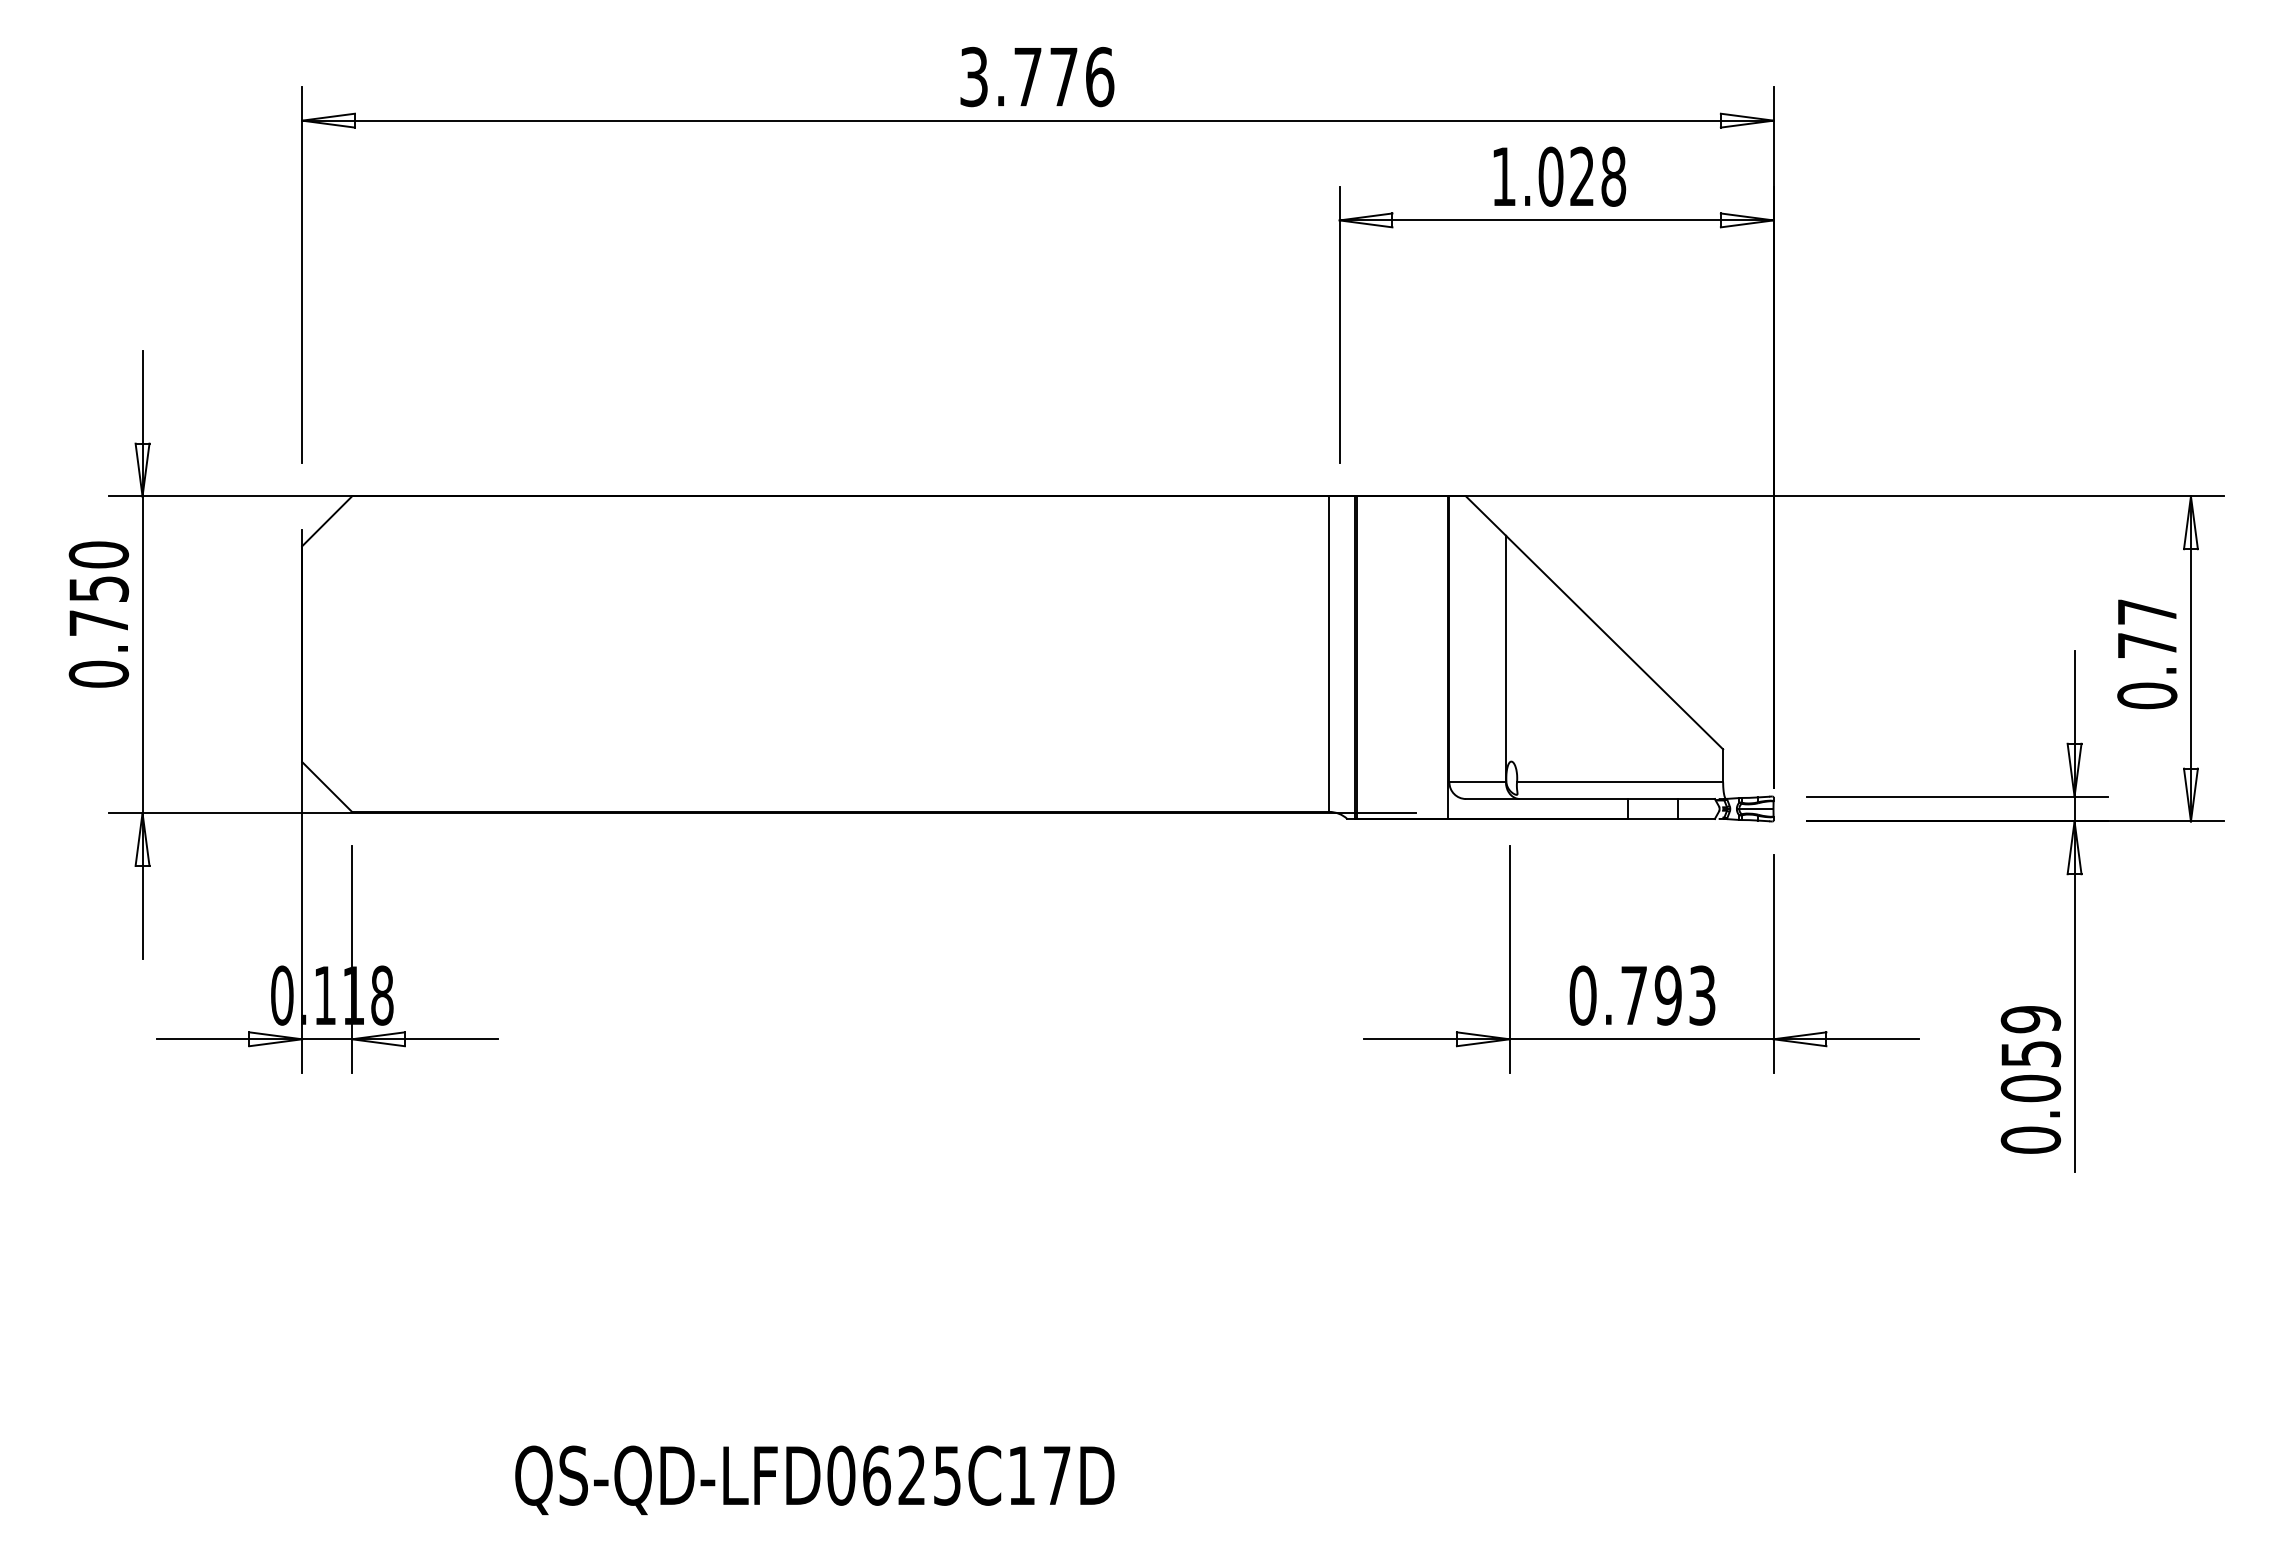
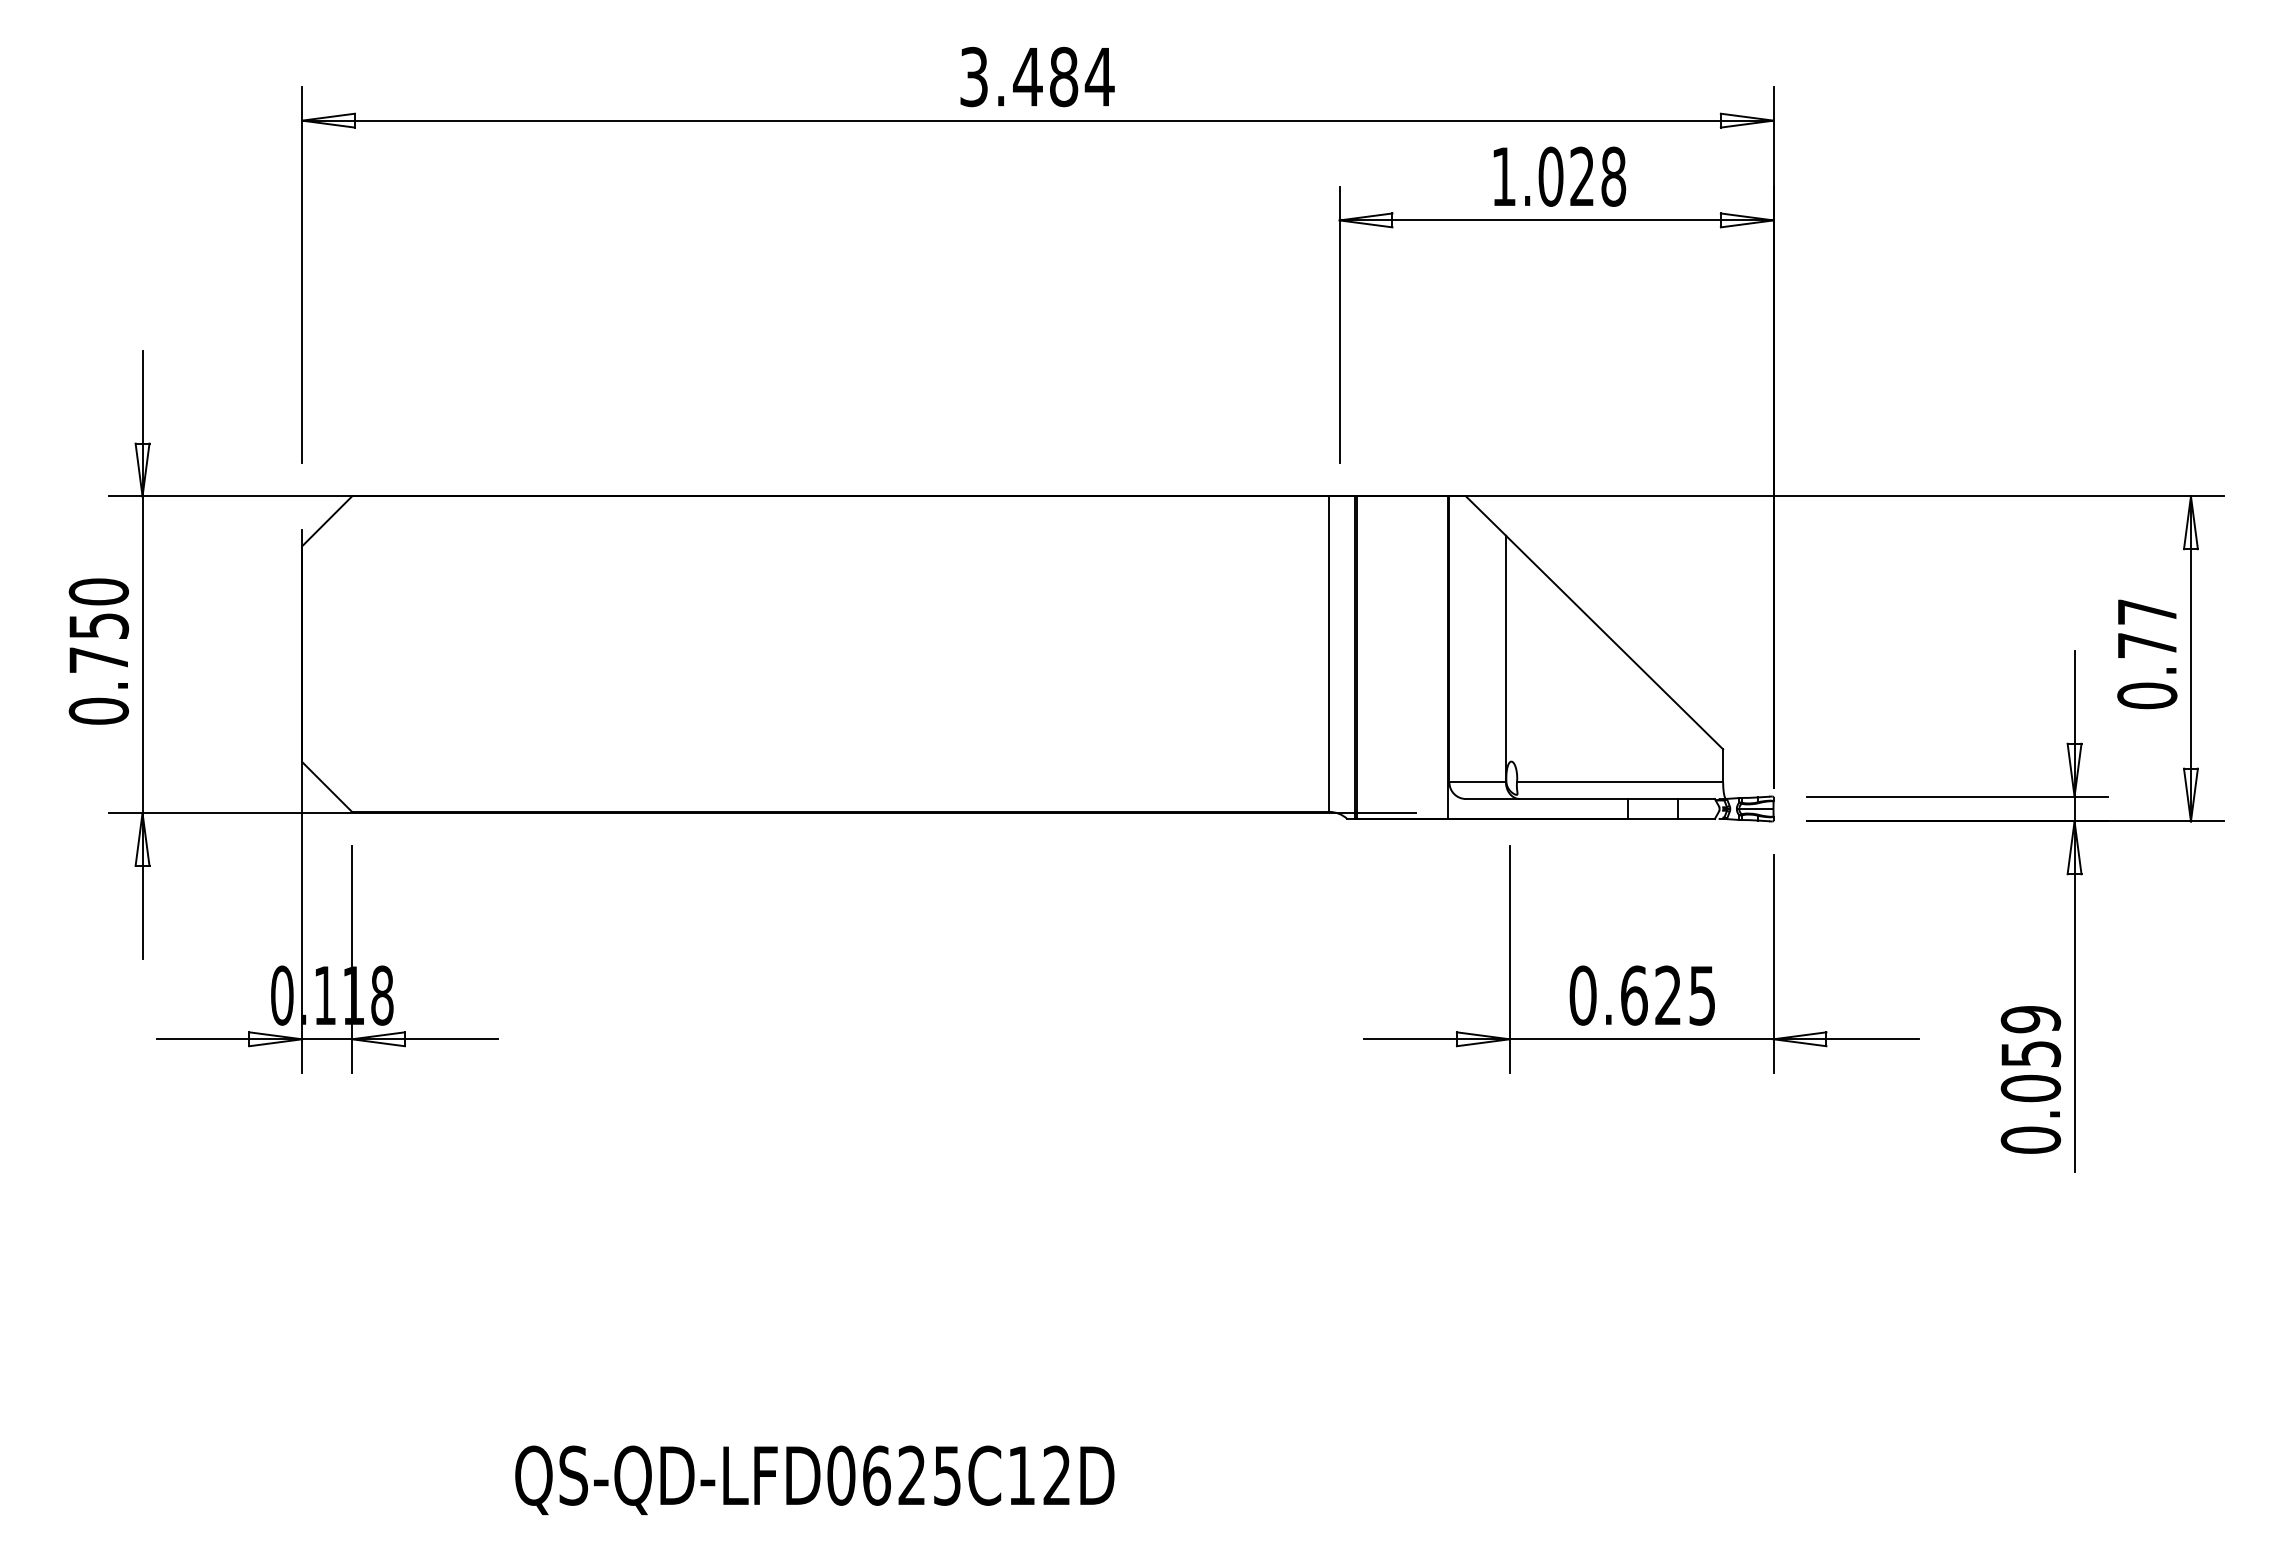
text at (1063, 76): 3.776 -> 3.484
text at (98, 614) position: (98, 614) -> (98, 651)
text at (1668, 995): 0.793 -> 0.625
text at (1056, 1474): QS-QD-LFD0625C17D -> QS-QD-LFD0625C12D
